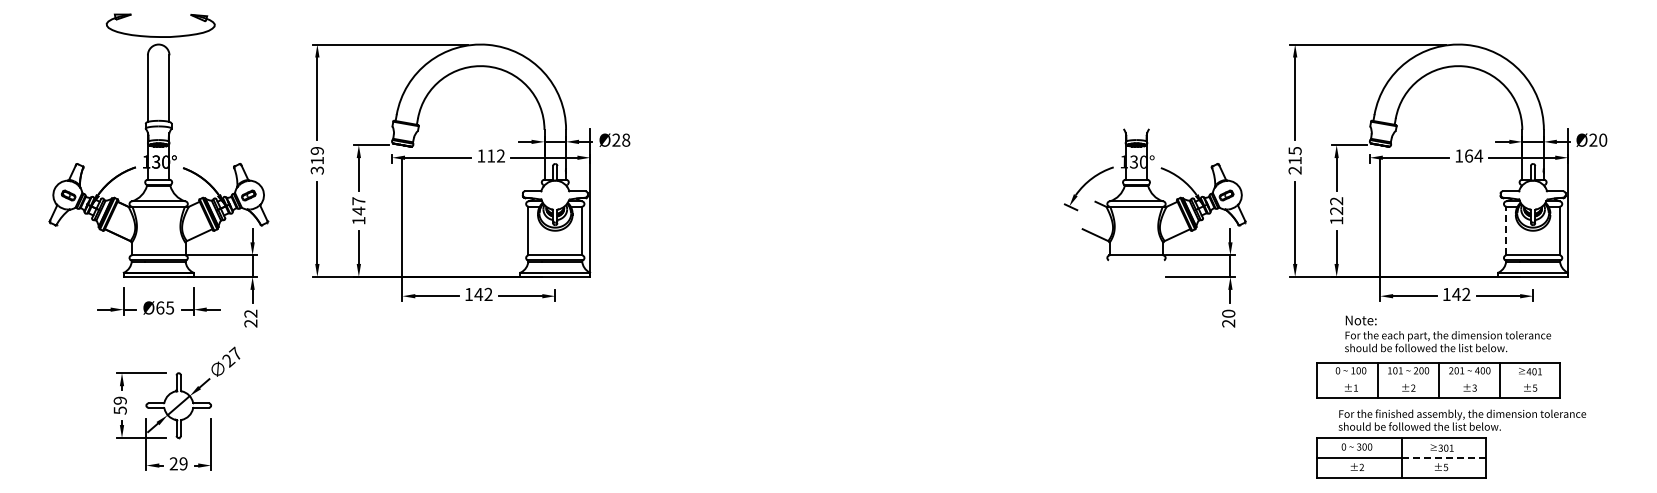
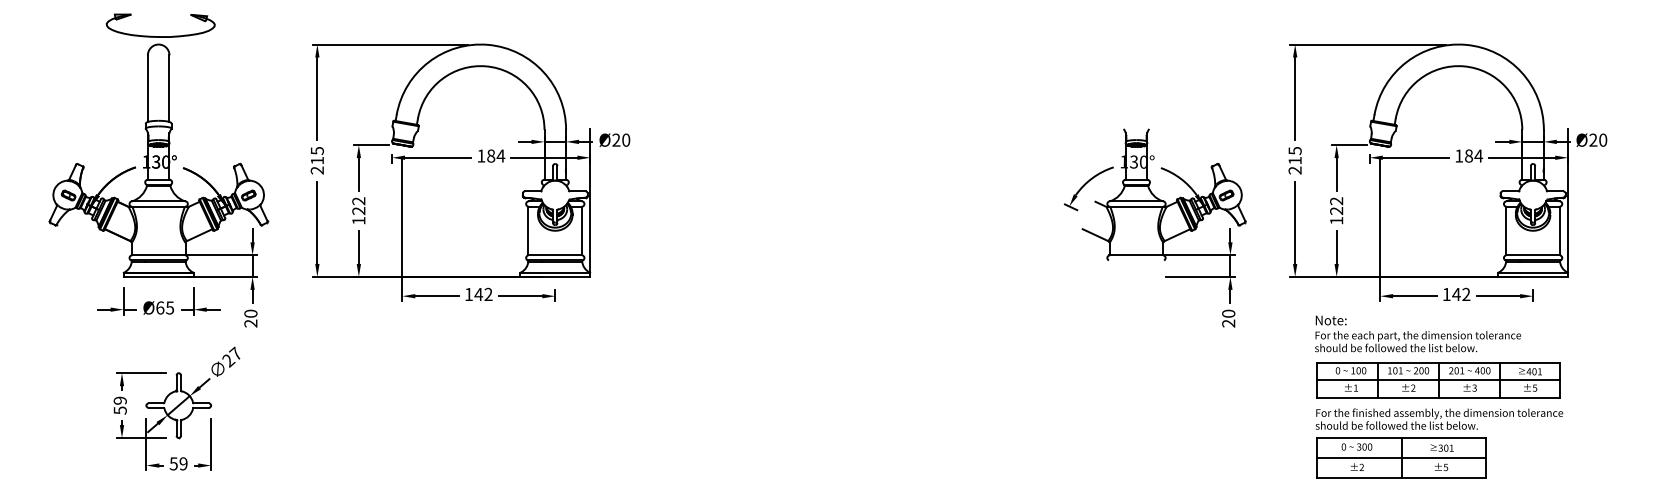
text at (626, 140): 28 -> 20
text at (496, 155): 112 -> 184
text at (1469, 155): 164 -> 184
text at (316, 160): 319 -> 215
text at (358, 206): 147 -> 122
line at (1506, 230): dashed -> solid
text at (250, 313): 22 -> 20
text at (1447, 333) position: (1447, 333) -> (1417, 333)
line at (1438, 380): none -> present
text at (1462, 419) position: (1462, 419) -> (1439, 418)
line at (1444, 457): dashed -> solid
text at (173, 463): 29 -> 59
